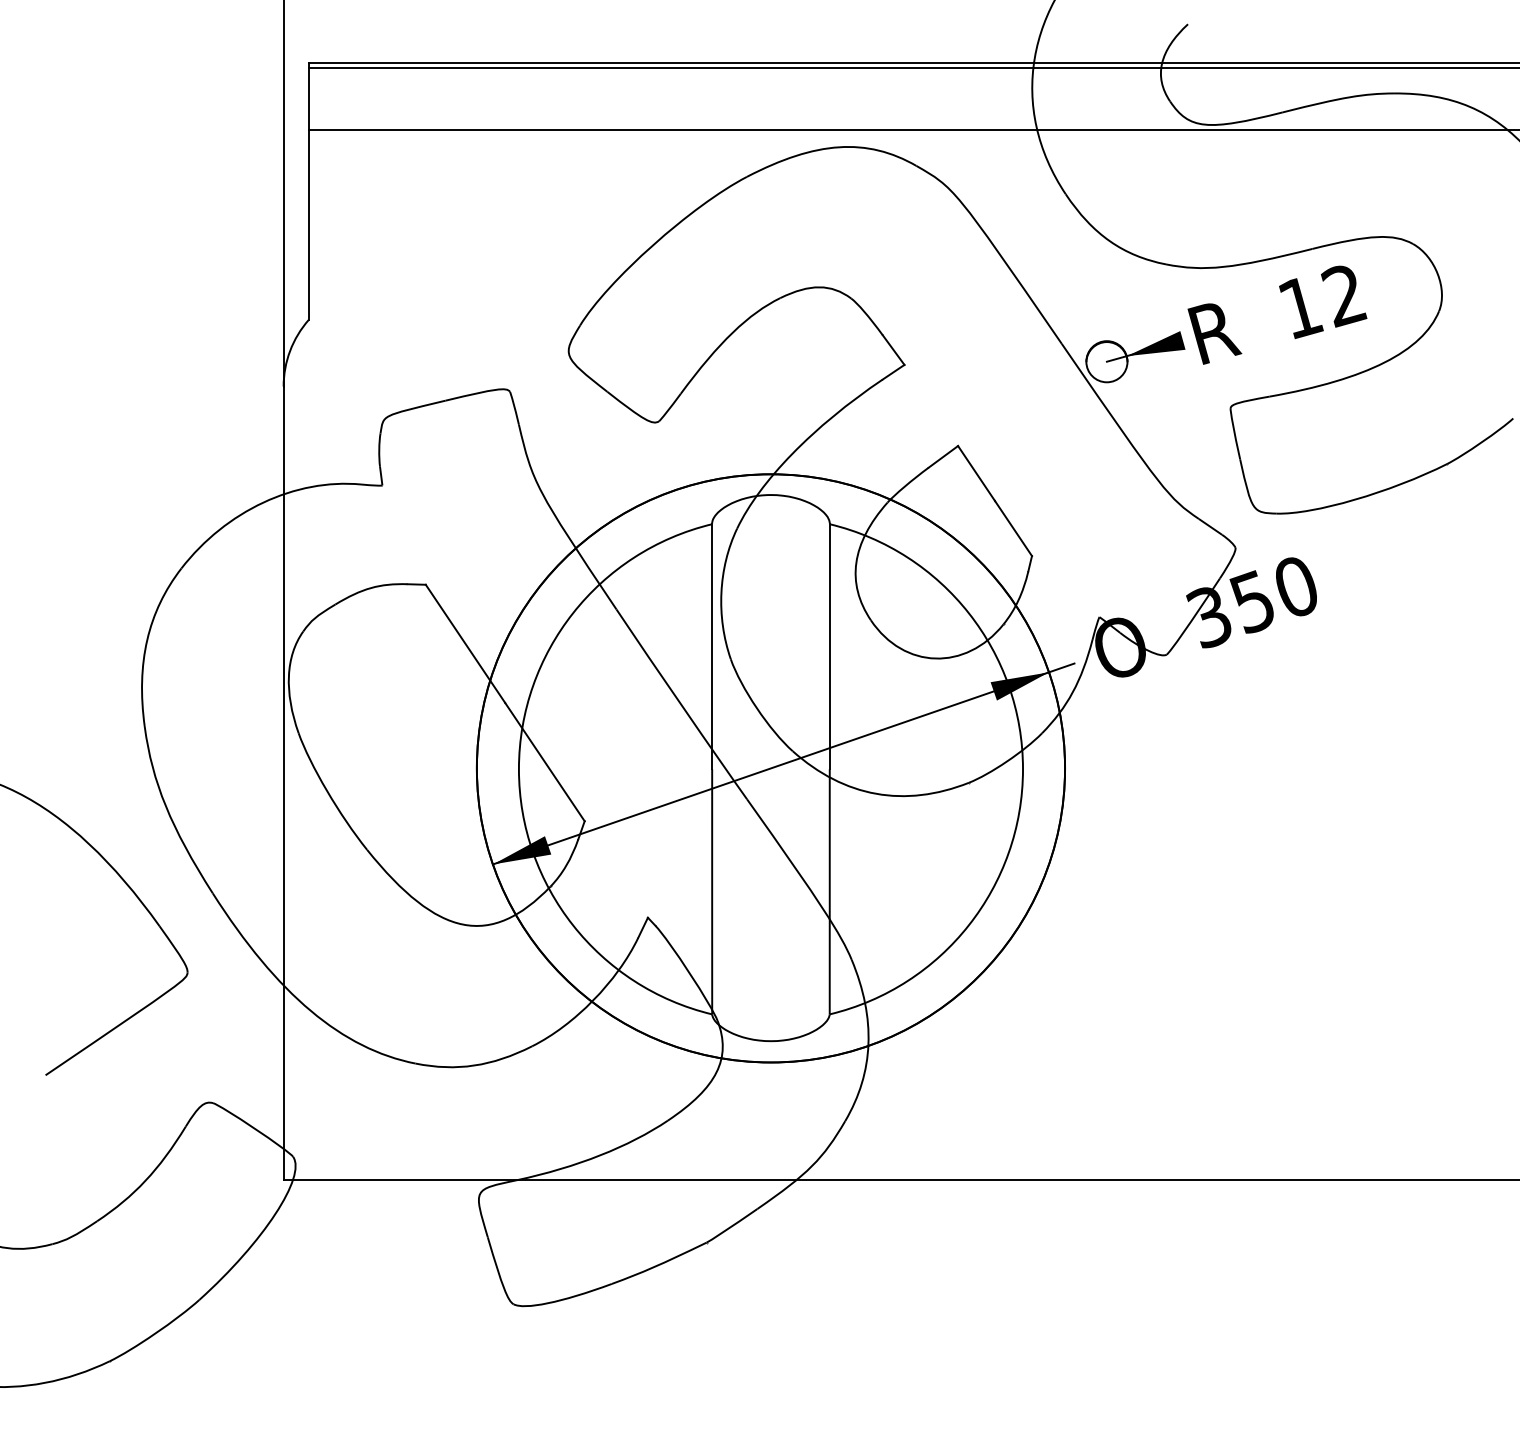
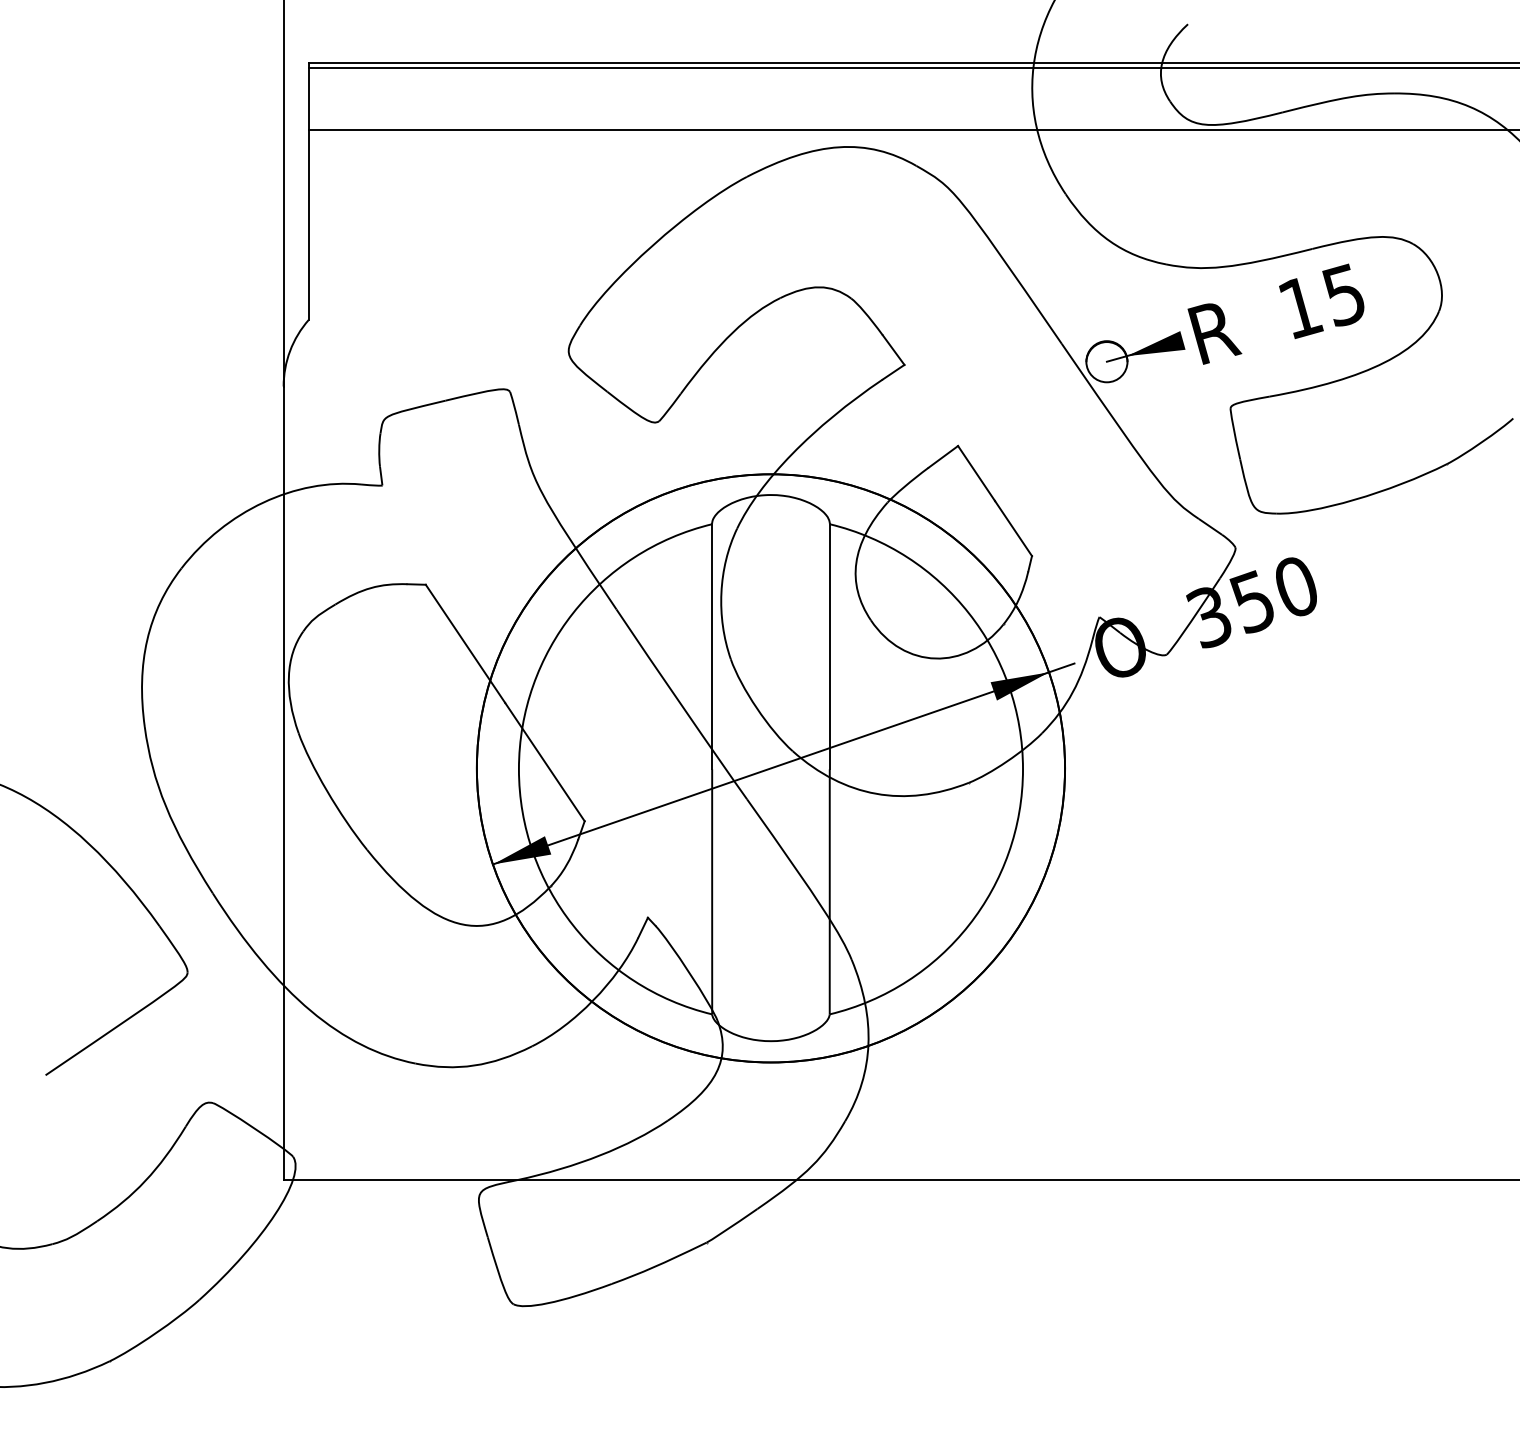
text at (1344, 295): 12 -> 15
